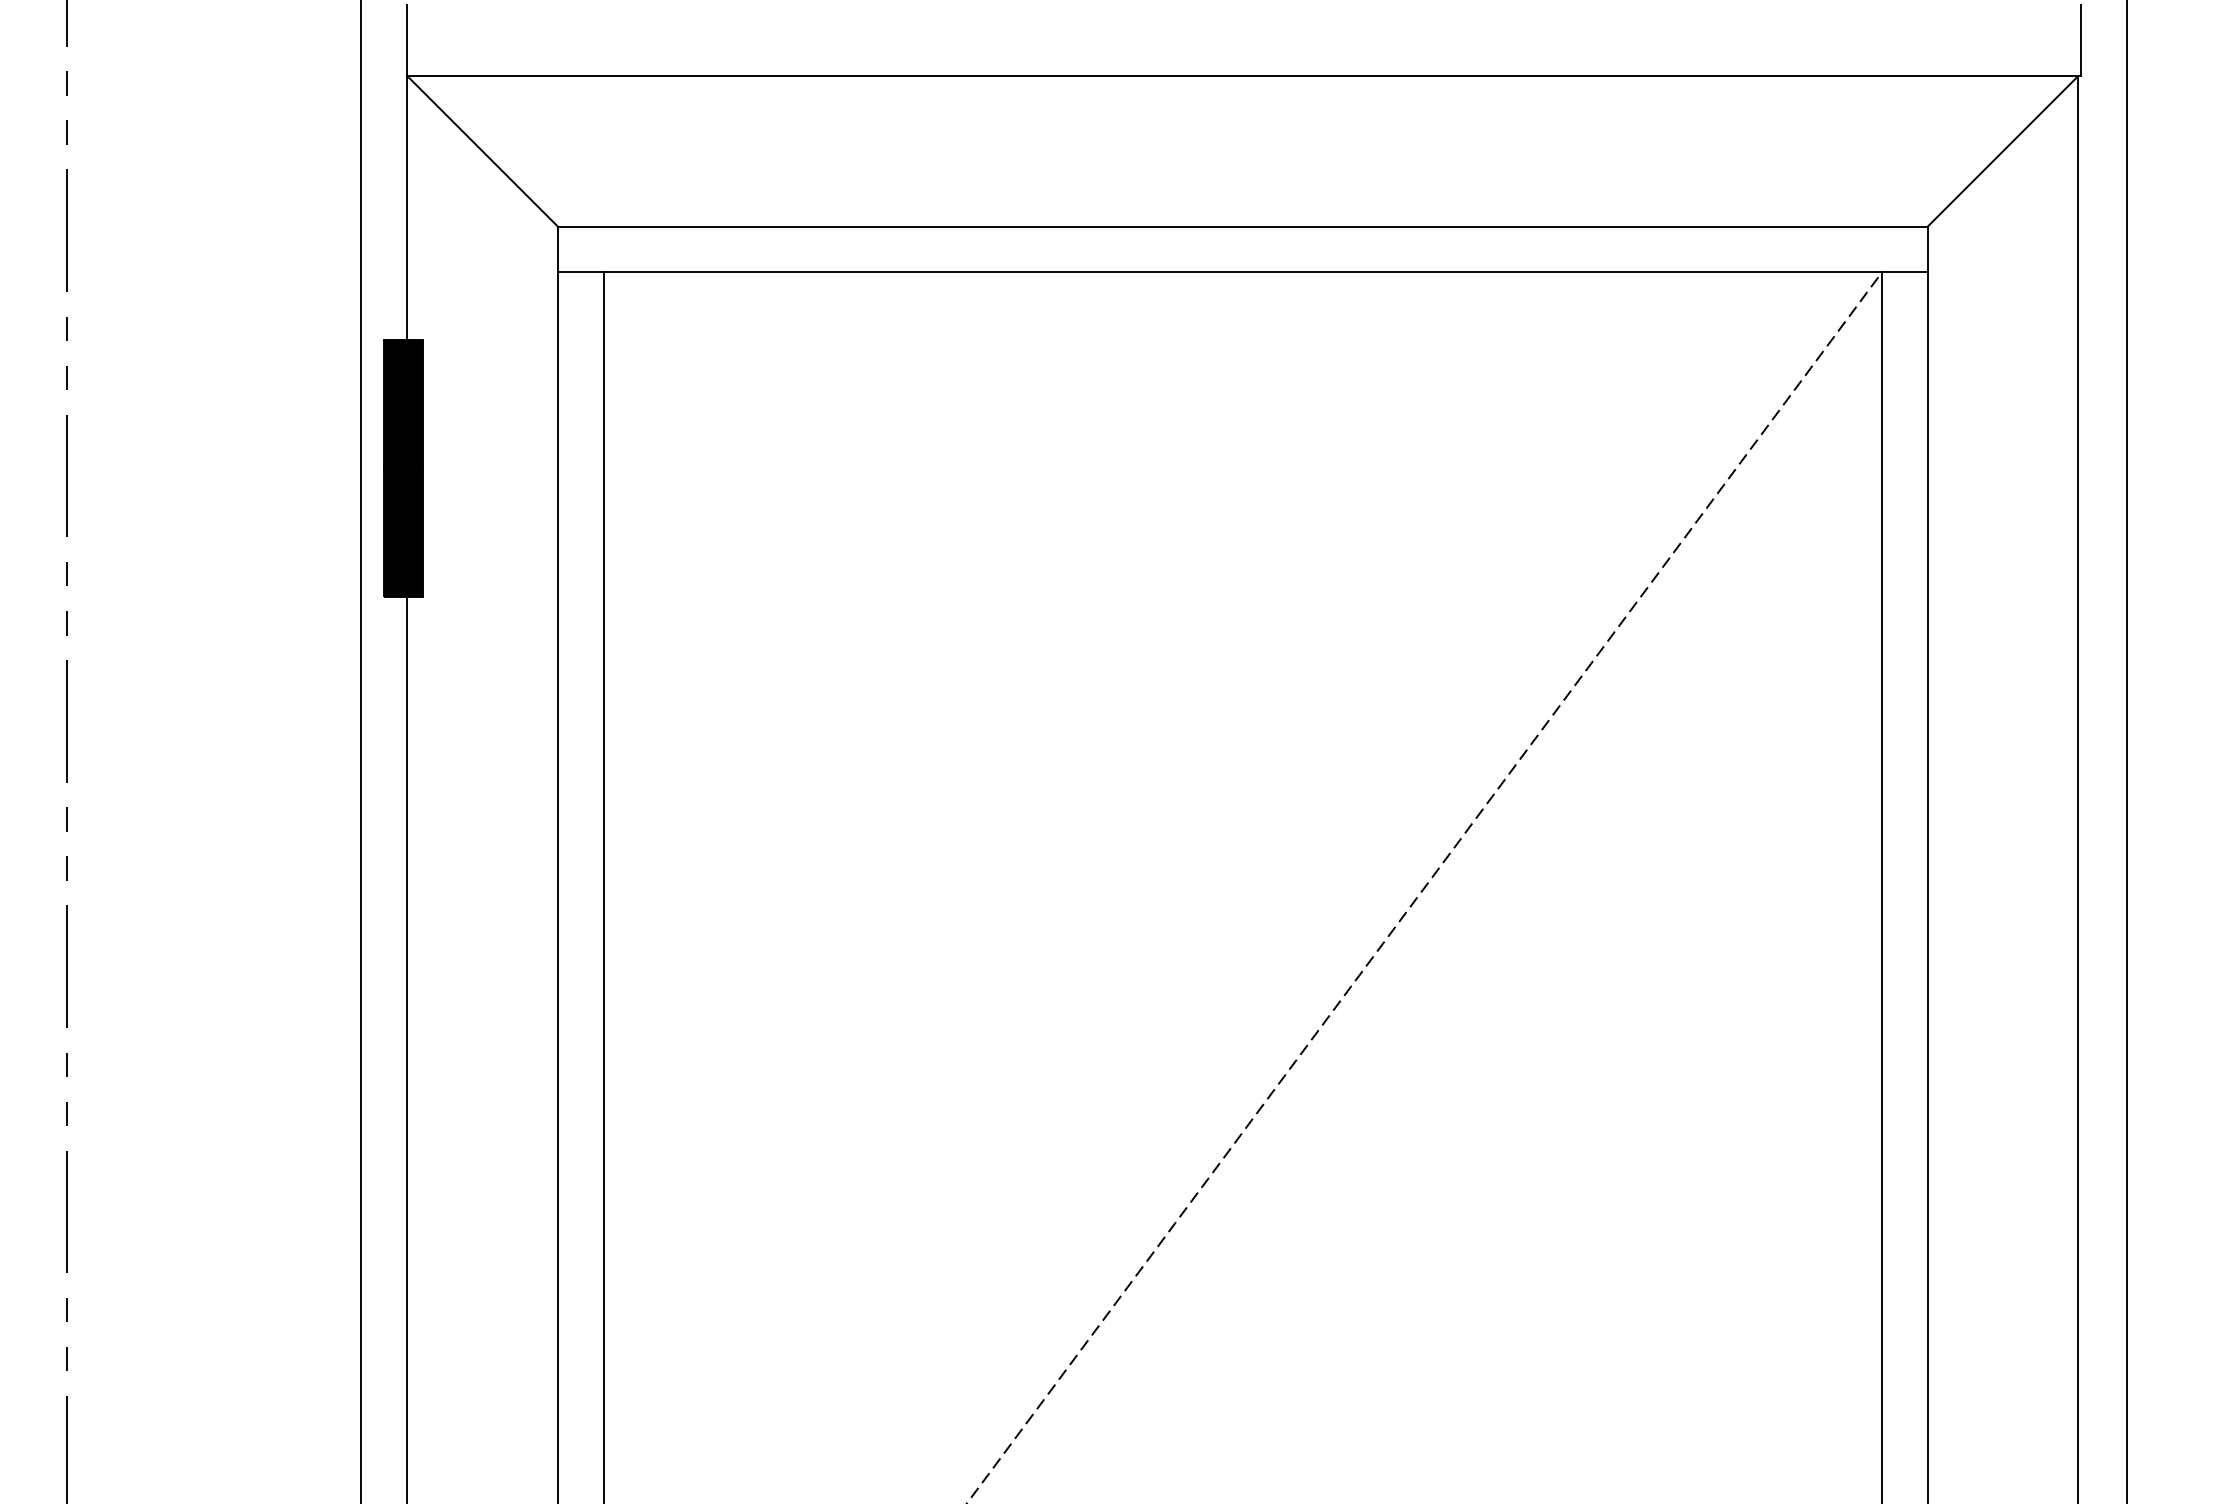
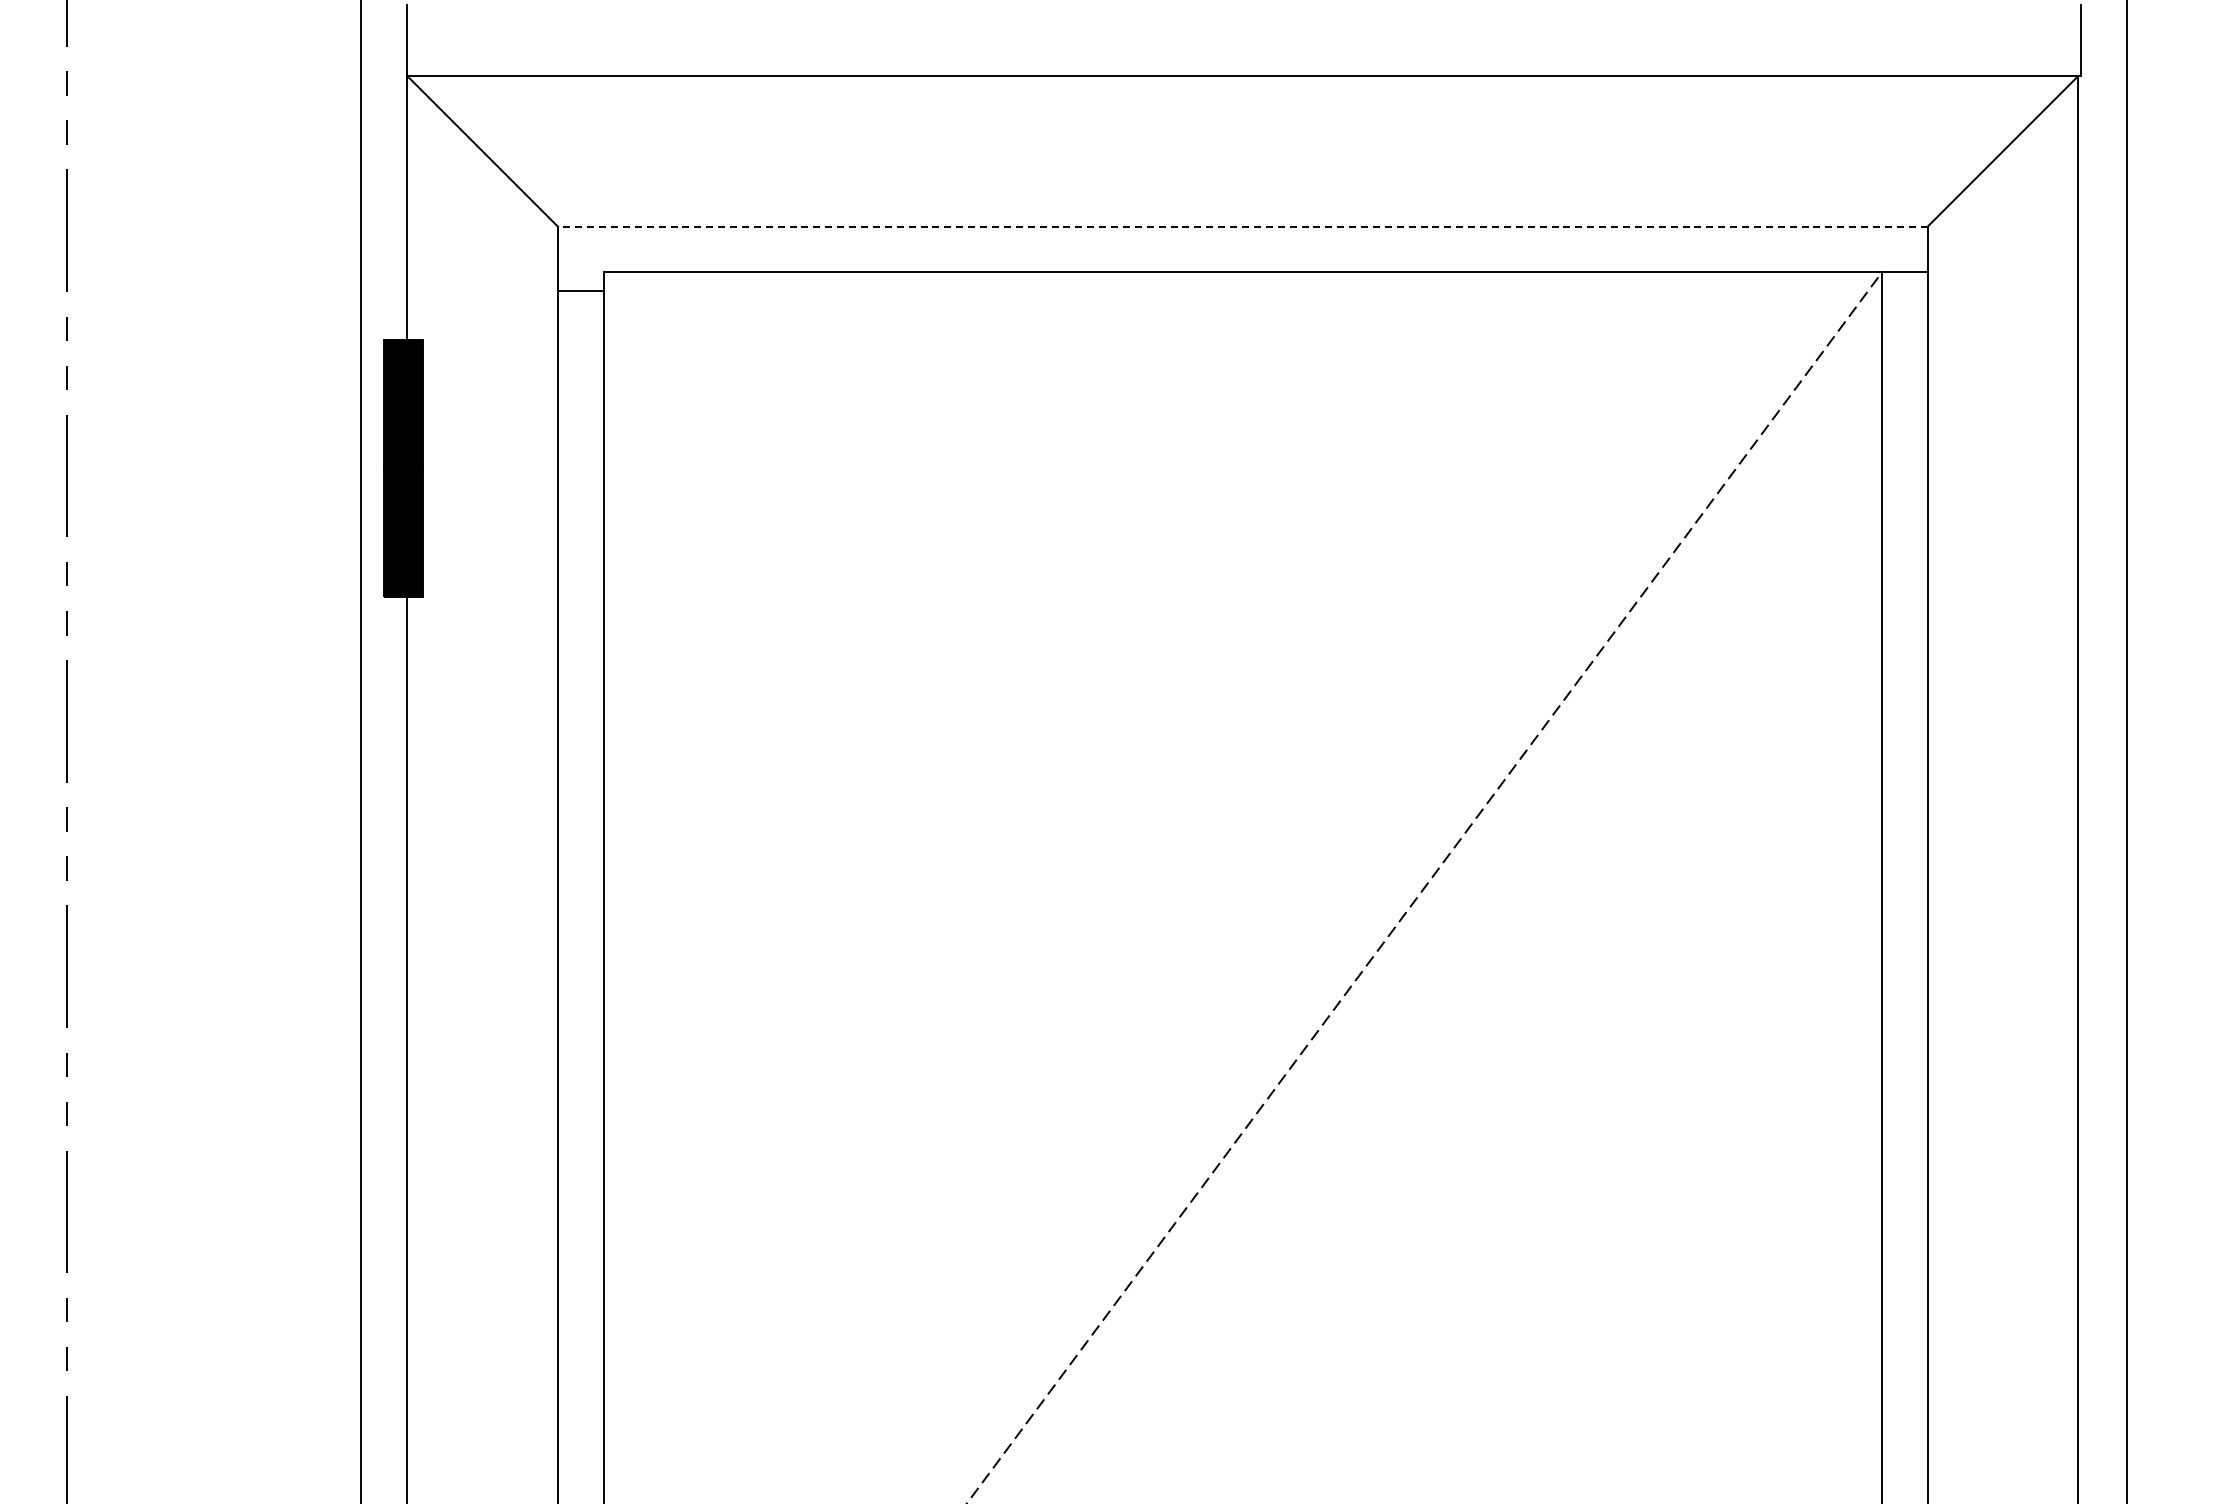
line at (1242, 226): solid -> dashed
line at (580, 272) position: (580, 272) -> (580, 291)
